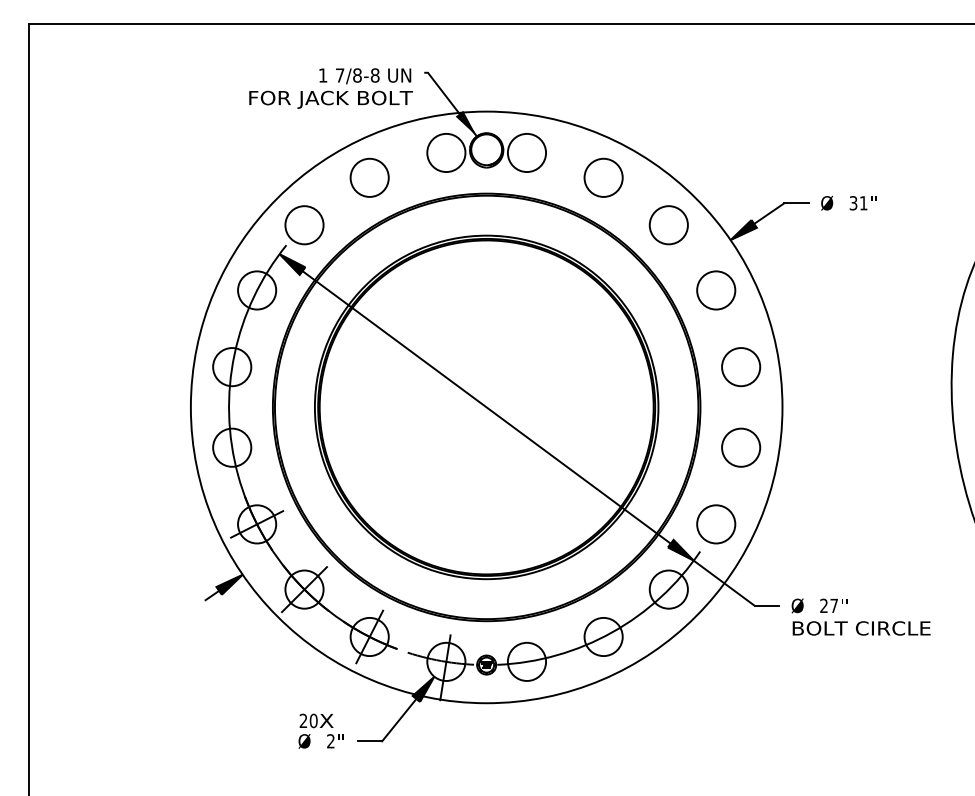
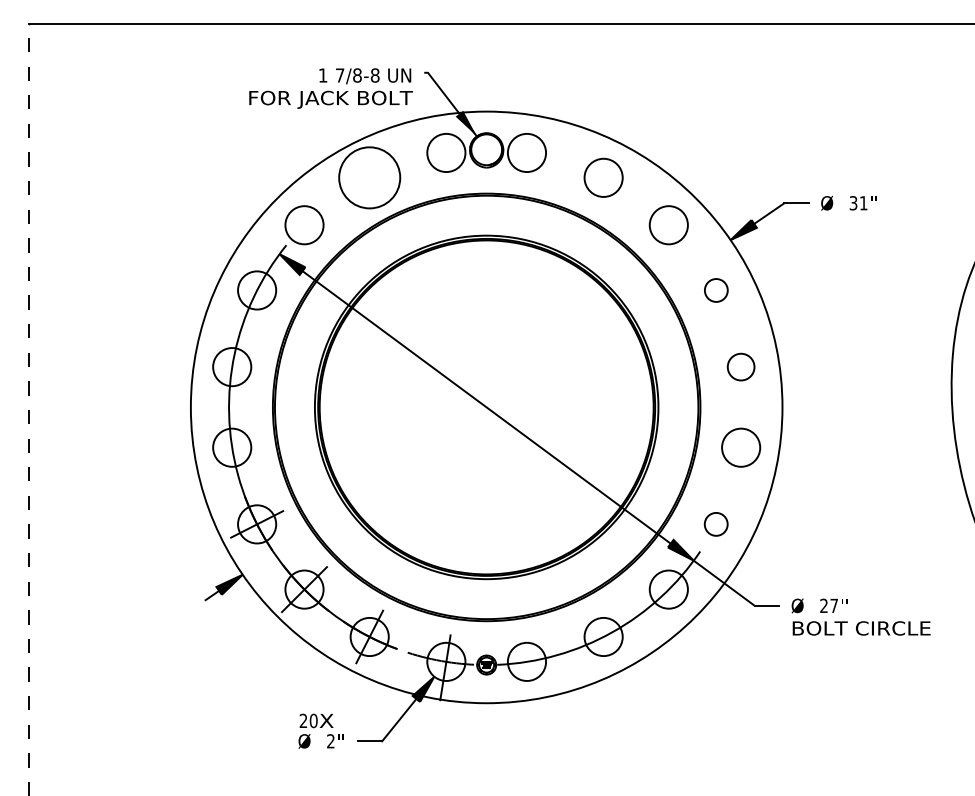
circle at (369, 177) diameter: 38 px -> 61 px
circle at (716, 290) size: 41x41 px -> 25x25 px
circle at (741, 367) diameter: 38 px -> 27 px
line at (29, 409): solid -> dashed
circle at (716, 524) diameter: 38 px -> 23 px
